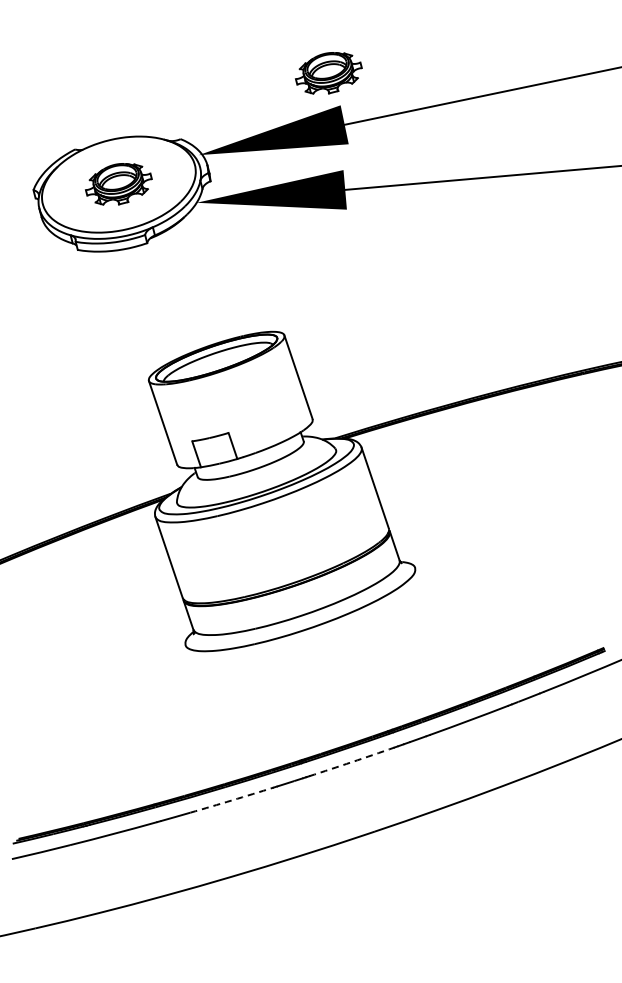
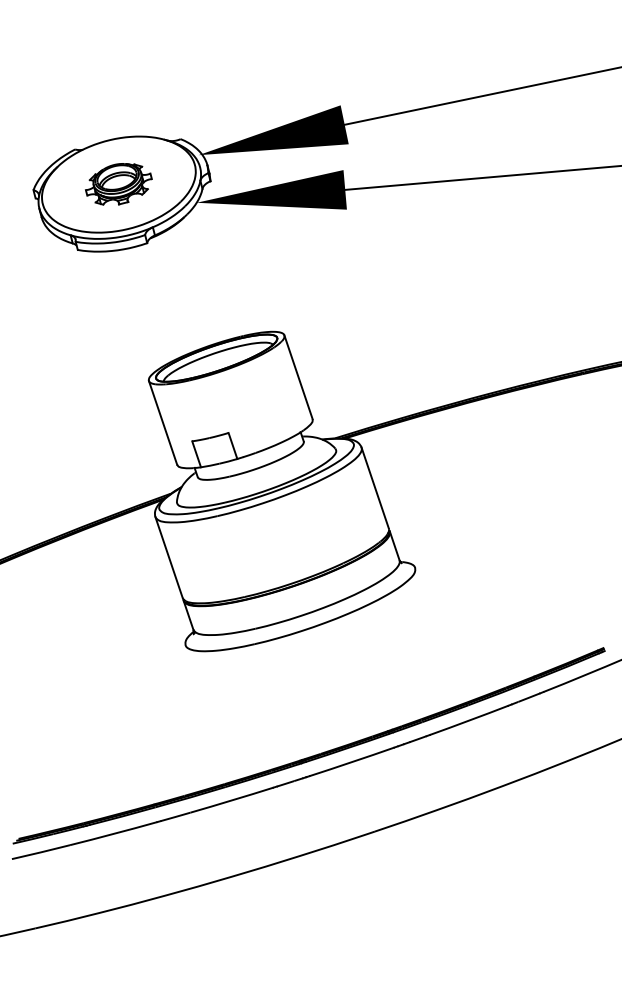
part at (328, 73): present -> none
arc at (352, 762): dashed -> solid
arc at (232, 800): dashed -> solid
